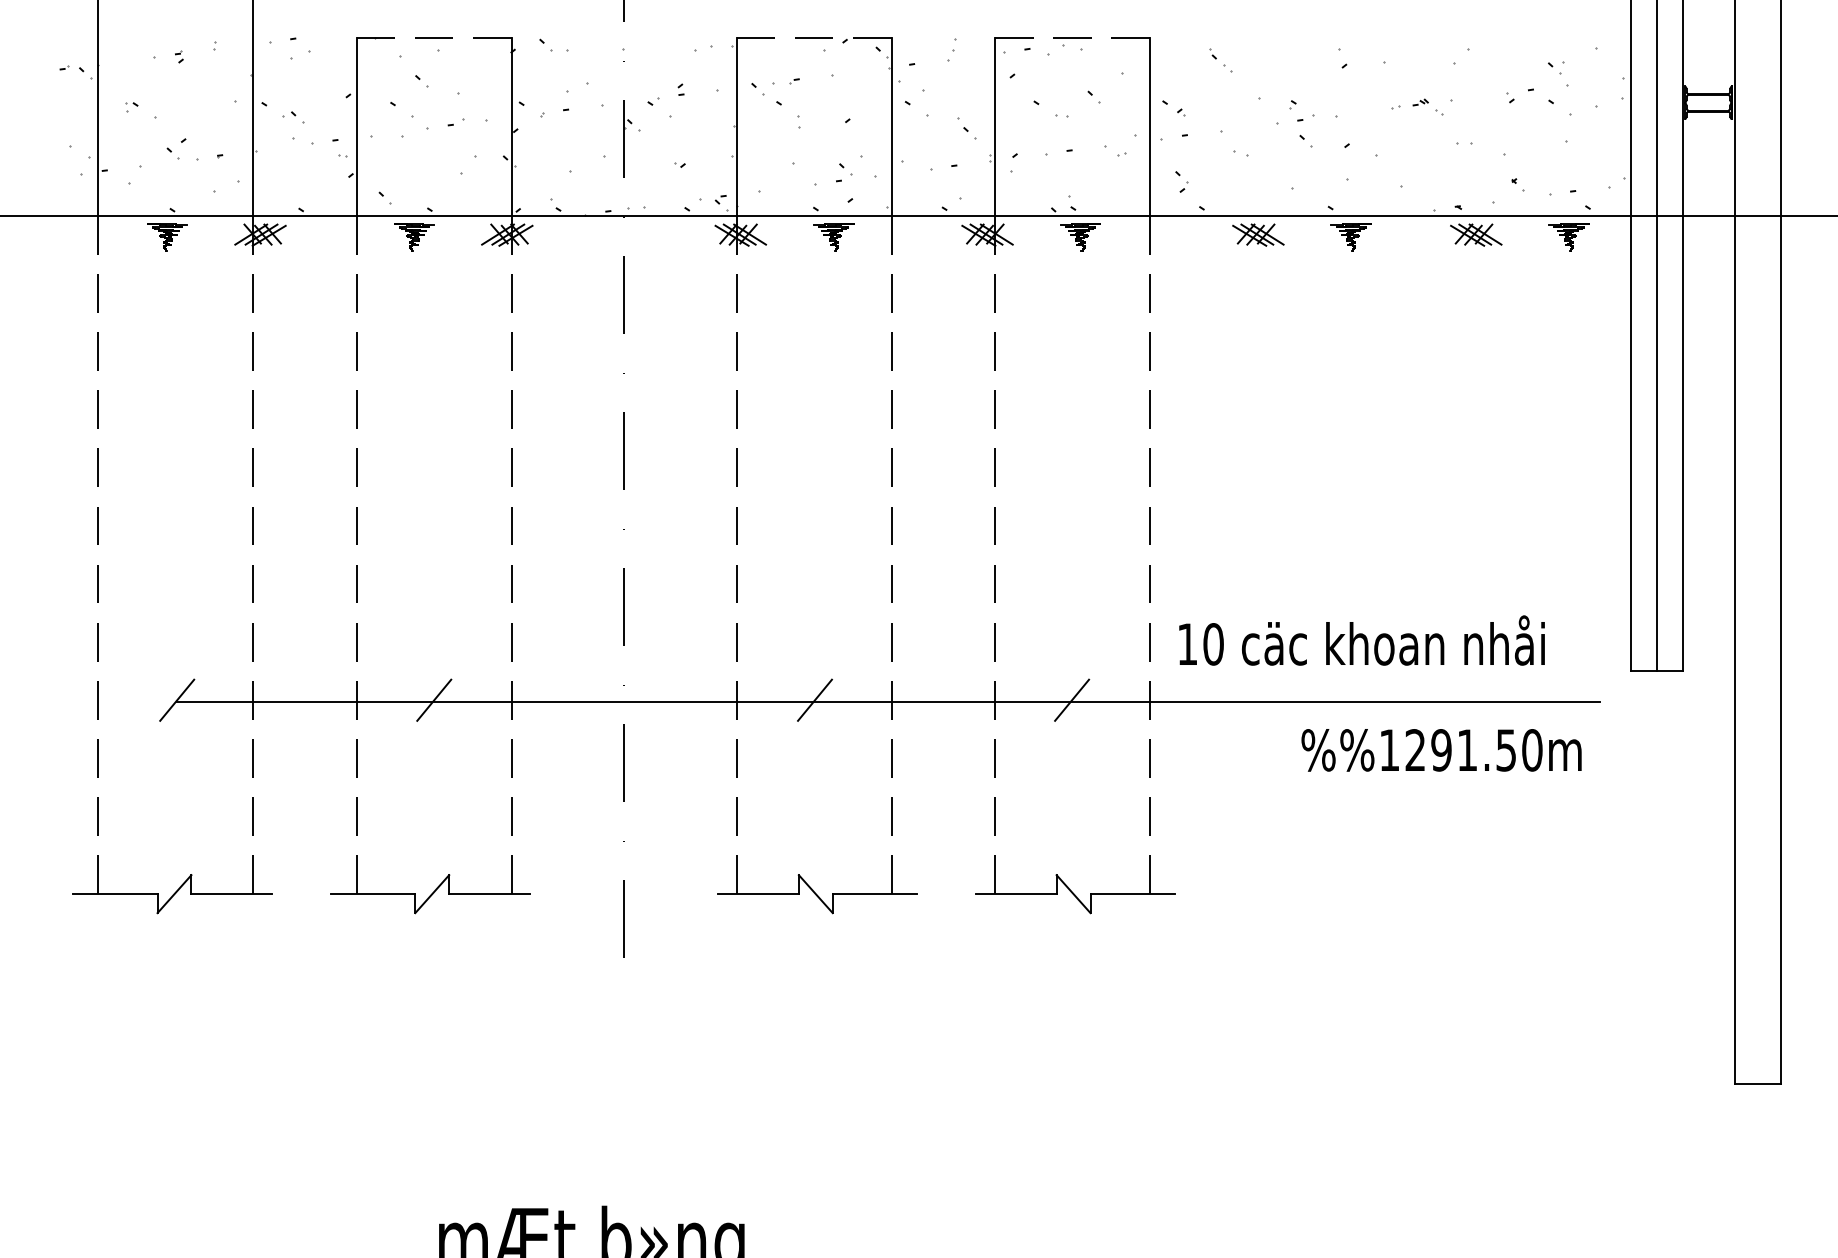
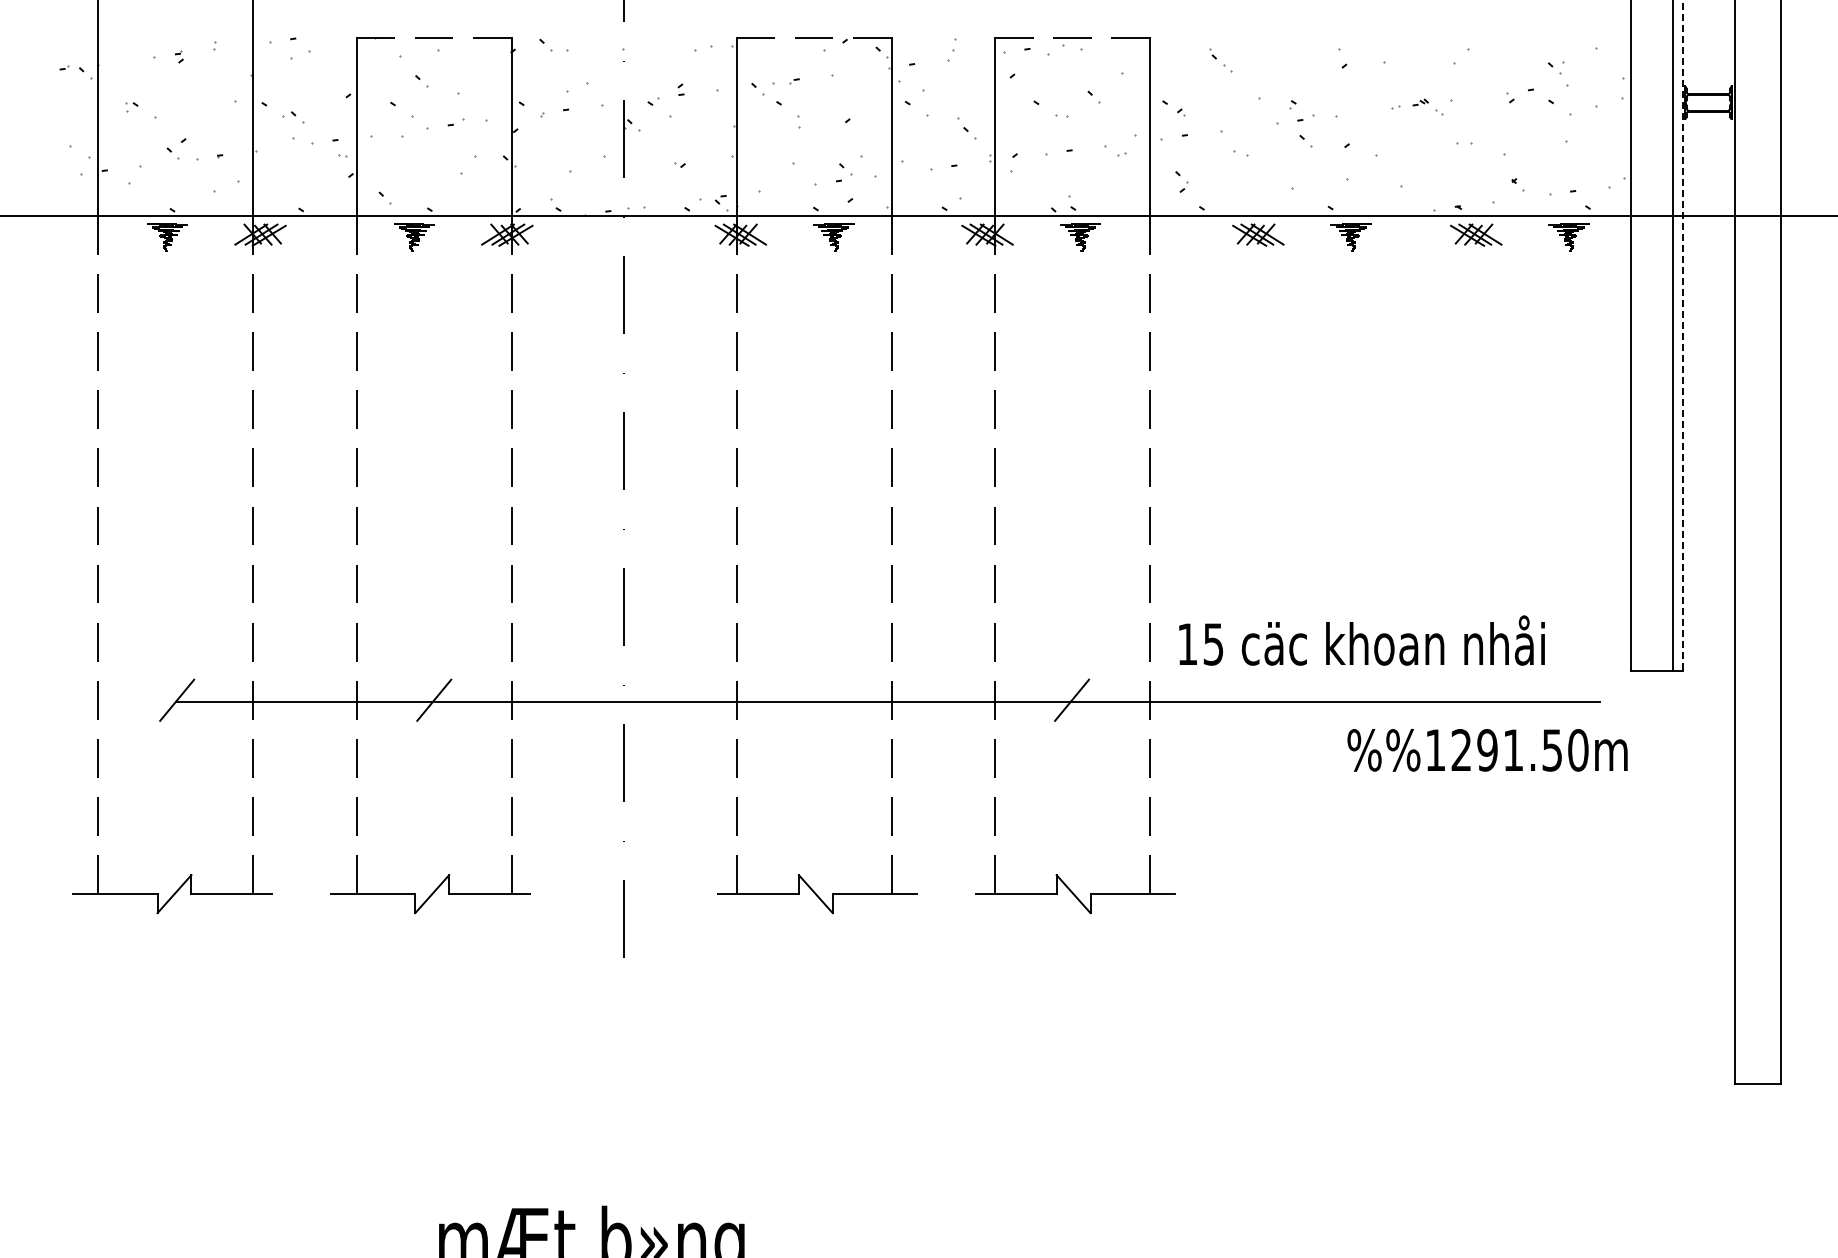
line at (1682, 335): solid -> dashed
line at (1657, 336) position: (1657, 336) -> (1673, 336)
text at (1213, 644): 10 -> 15
line at (814, 699): present -> none
text at (1441, 750) position: (1441, 750) -> (1487, 750)
